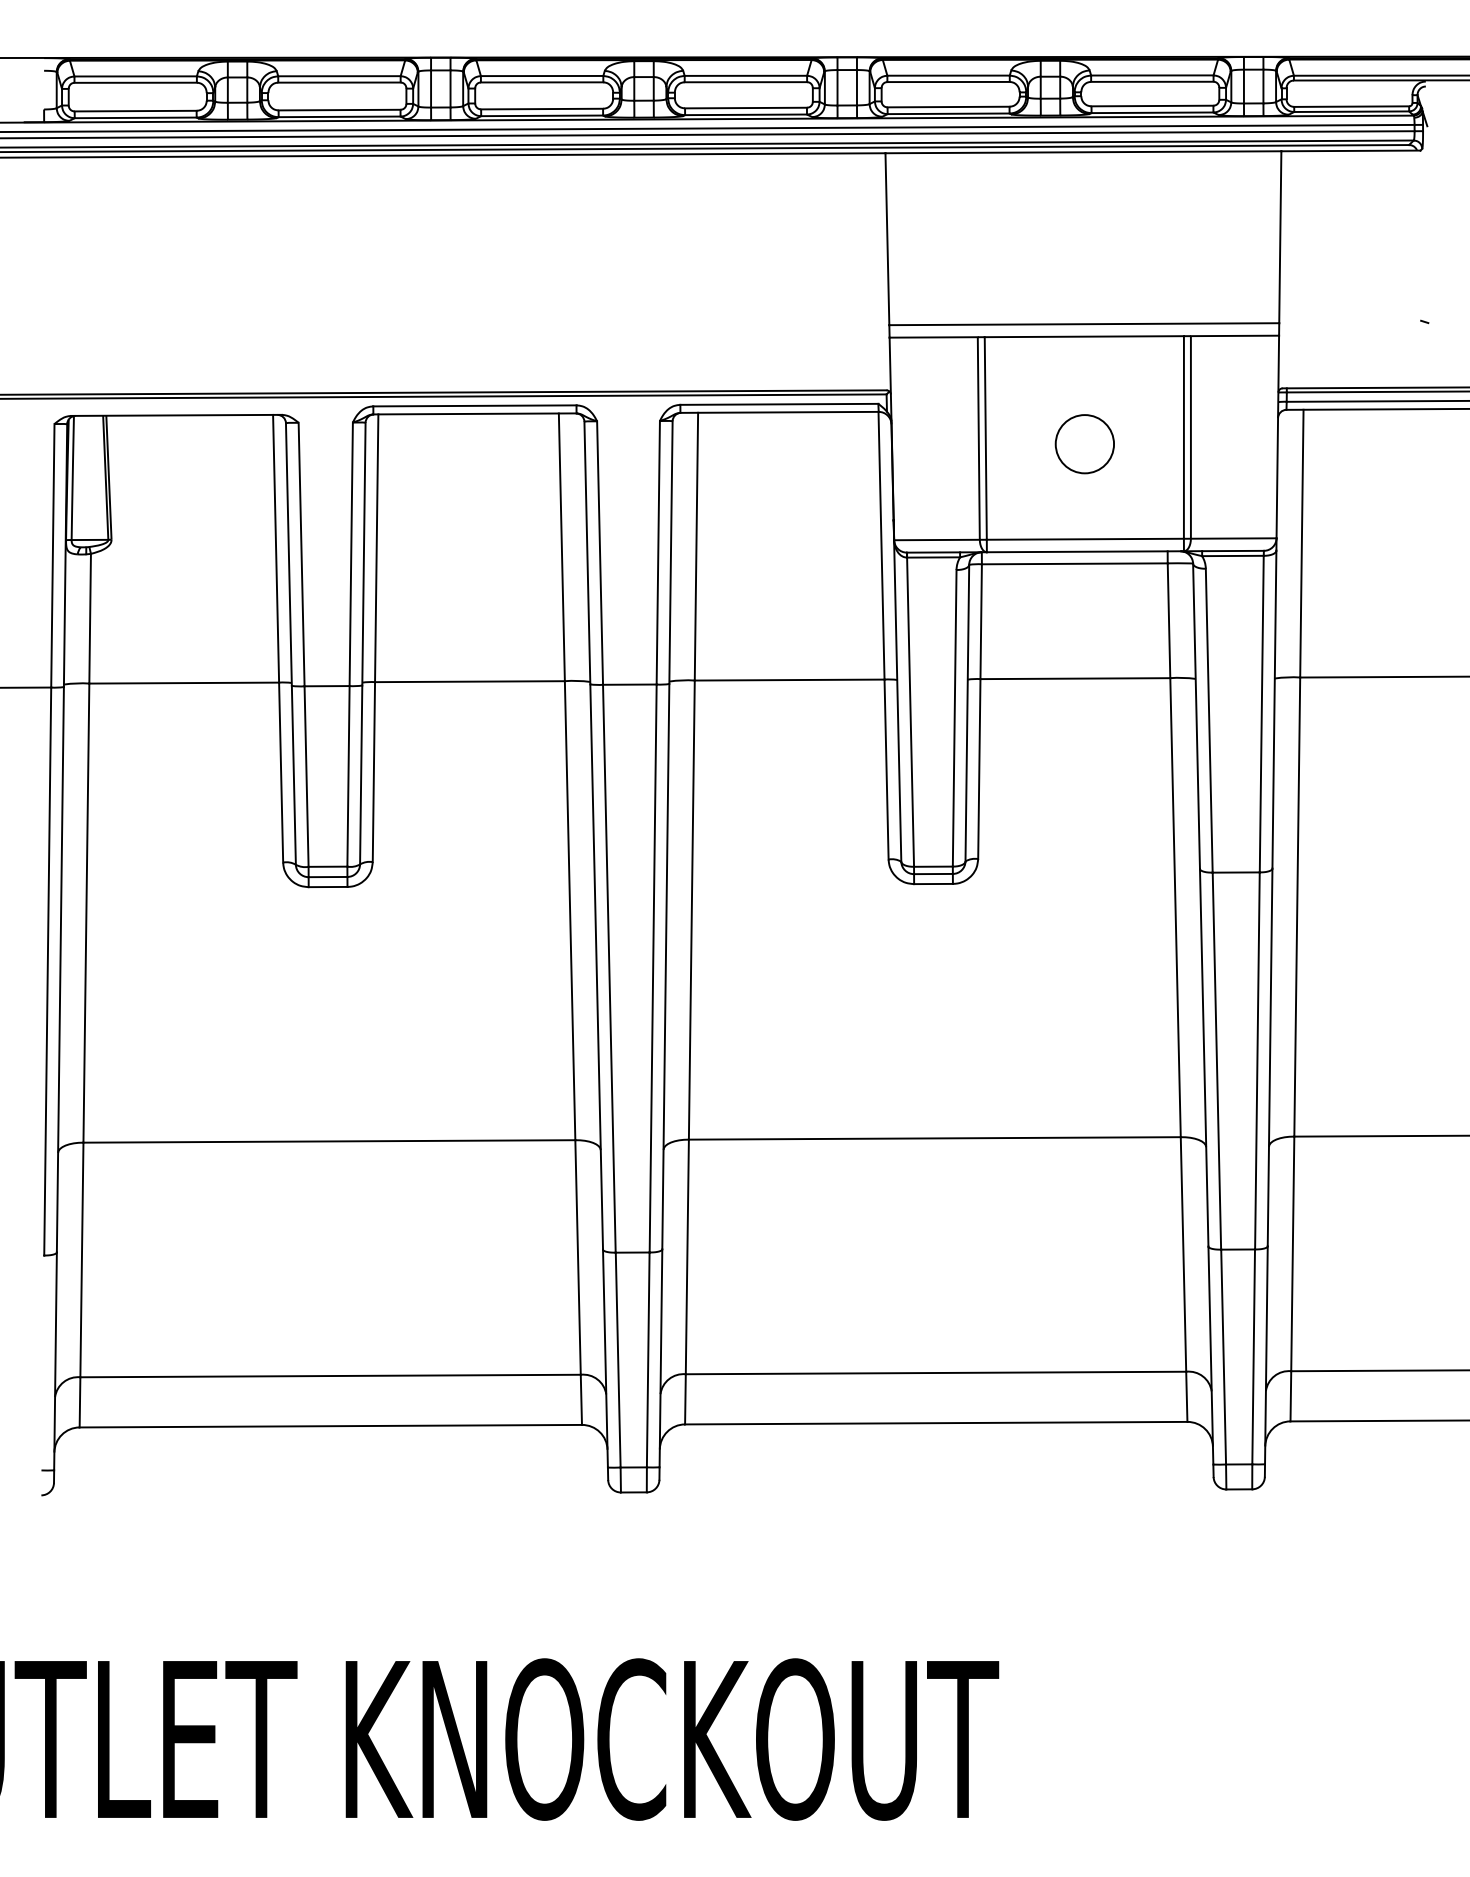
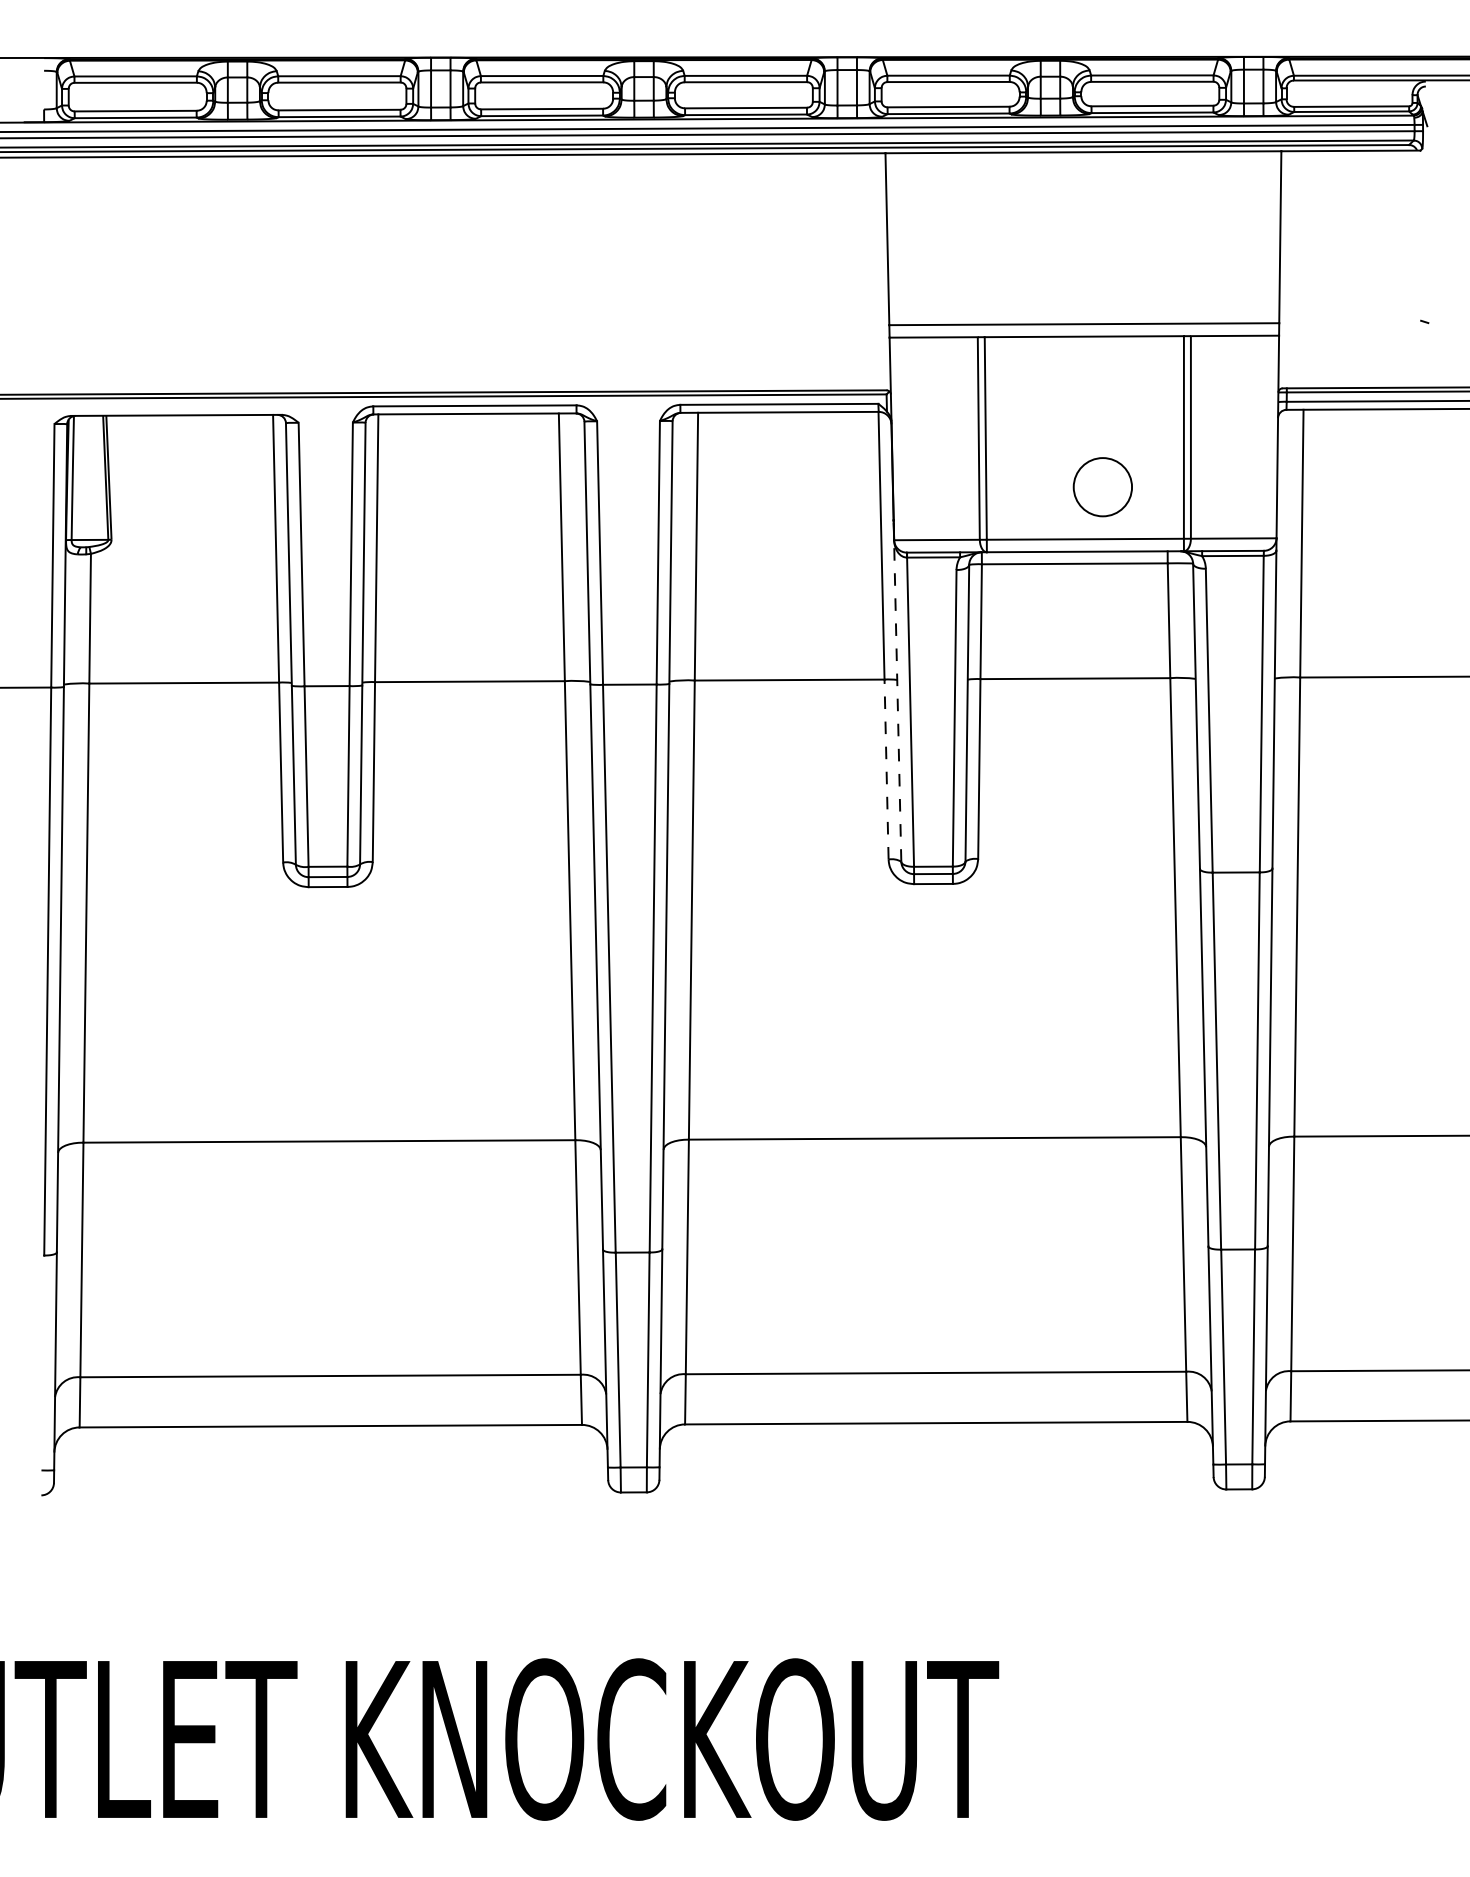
circle at (1084, 444) position: (1084, 444) -> (1102, 487)
line at (897, 691): solid -> dashed
line at (886, 769): solid -> dashed
